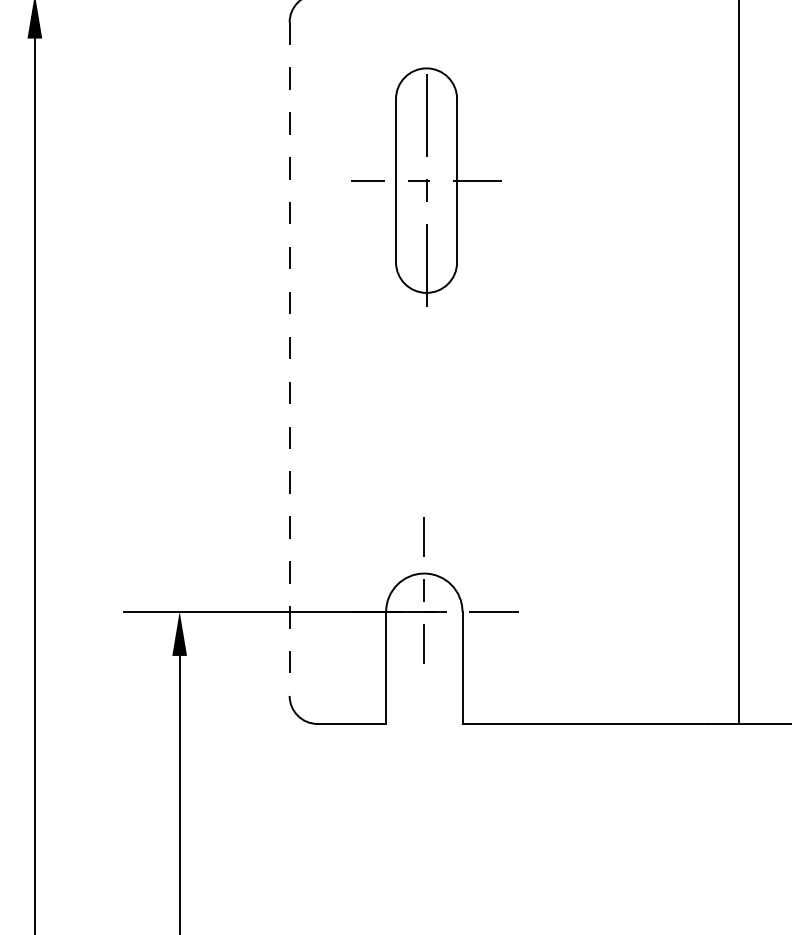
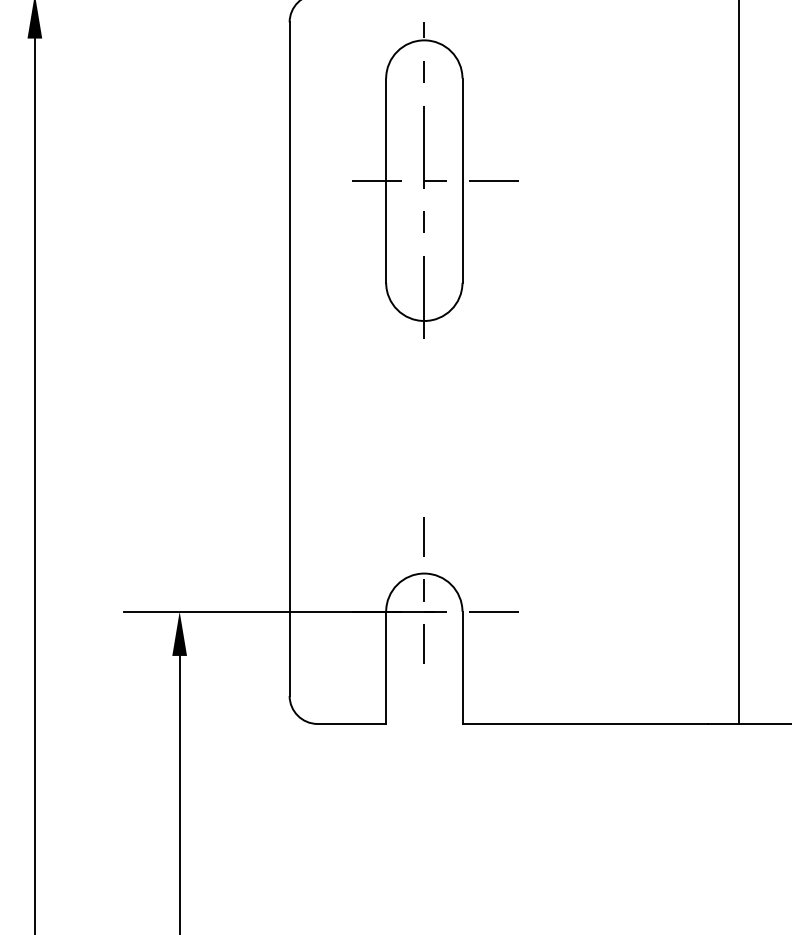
part at (431, 186) size: 140x240 px -> 167x317 px
line at (289, 359): dashed -> solid
